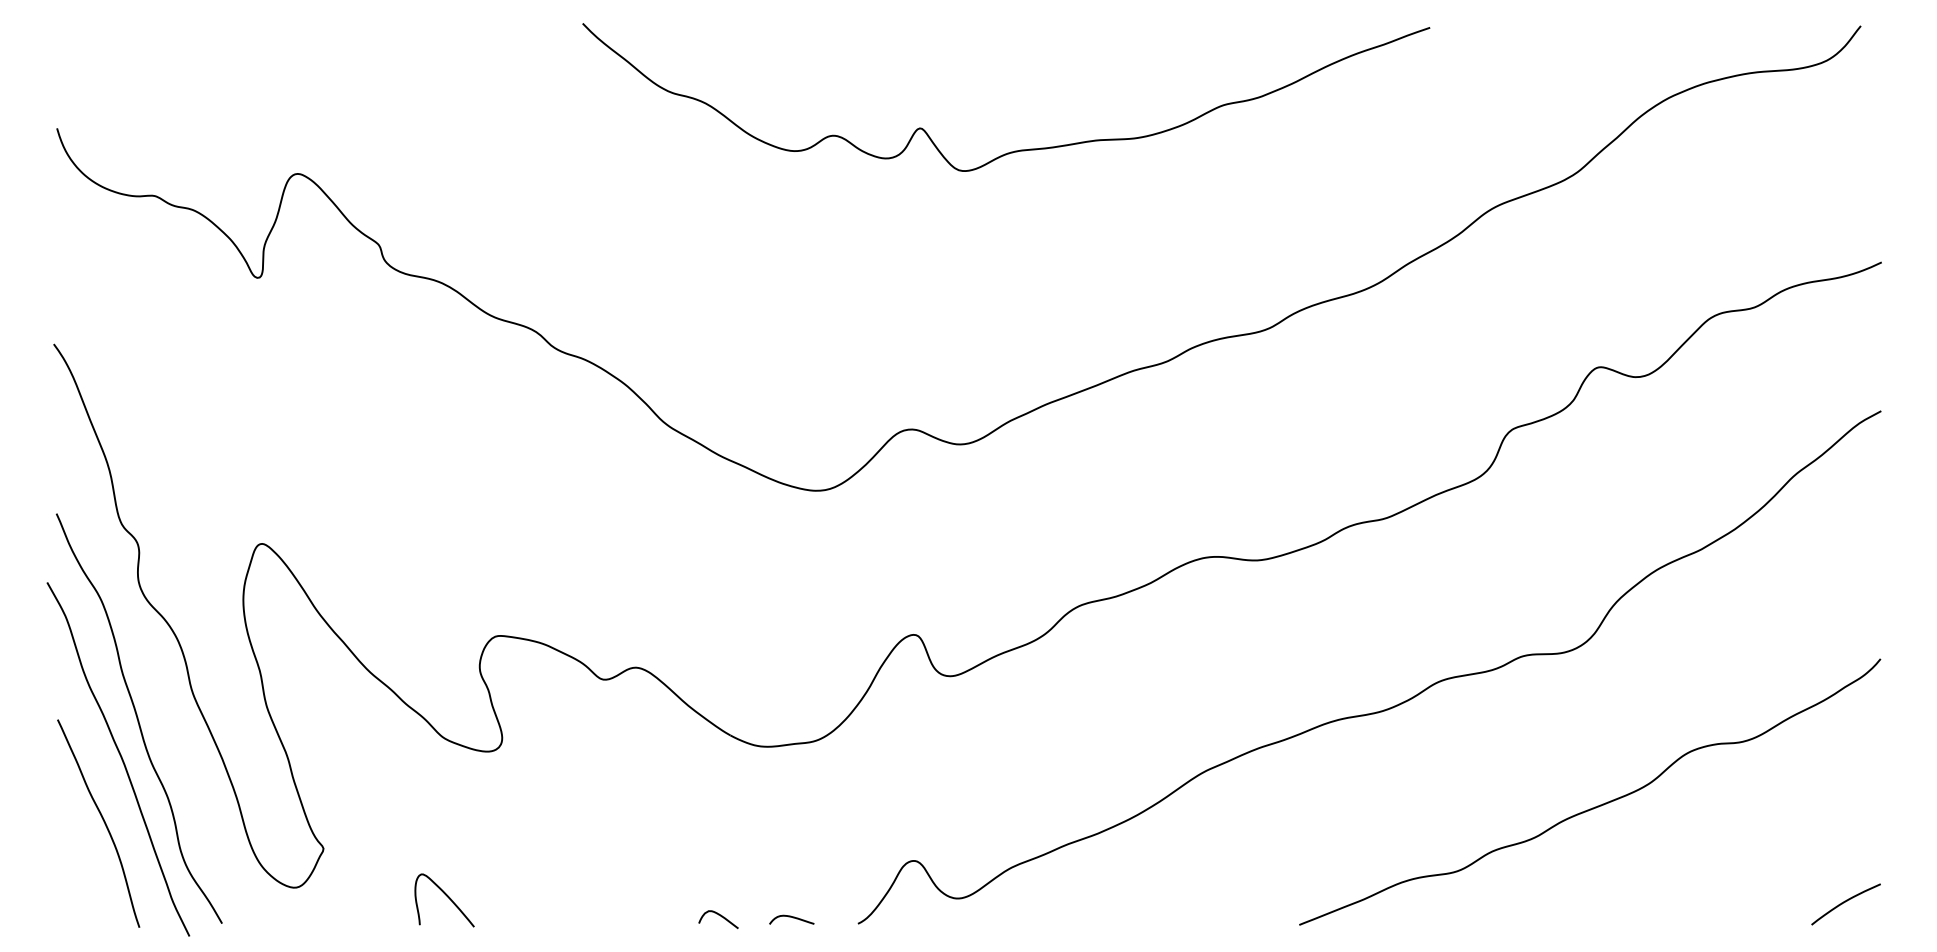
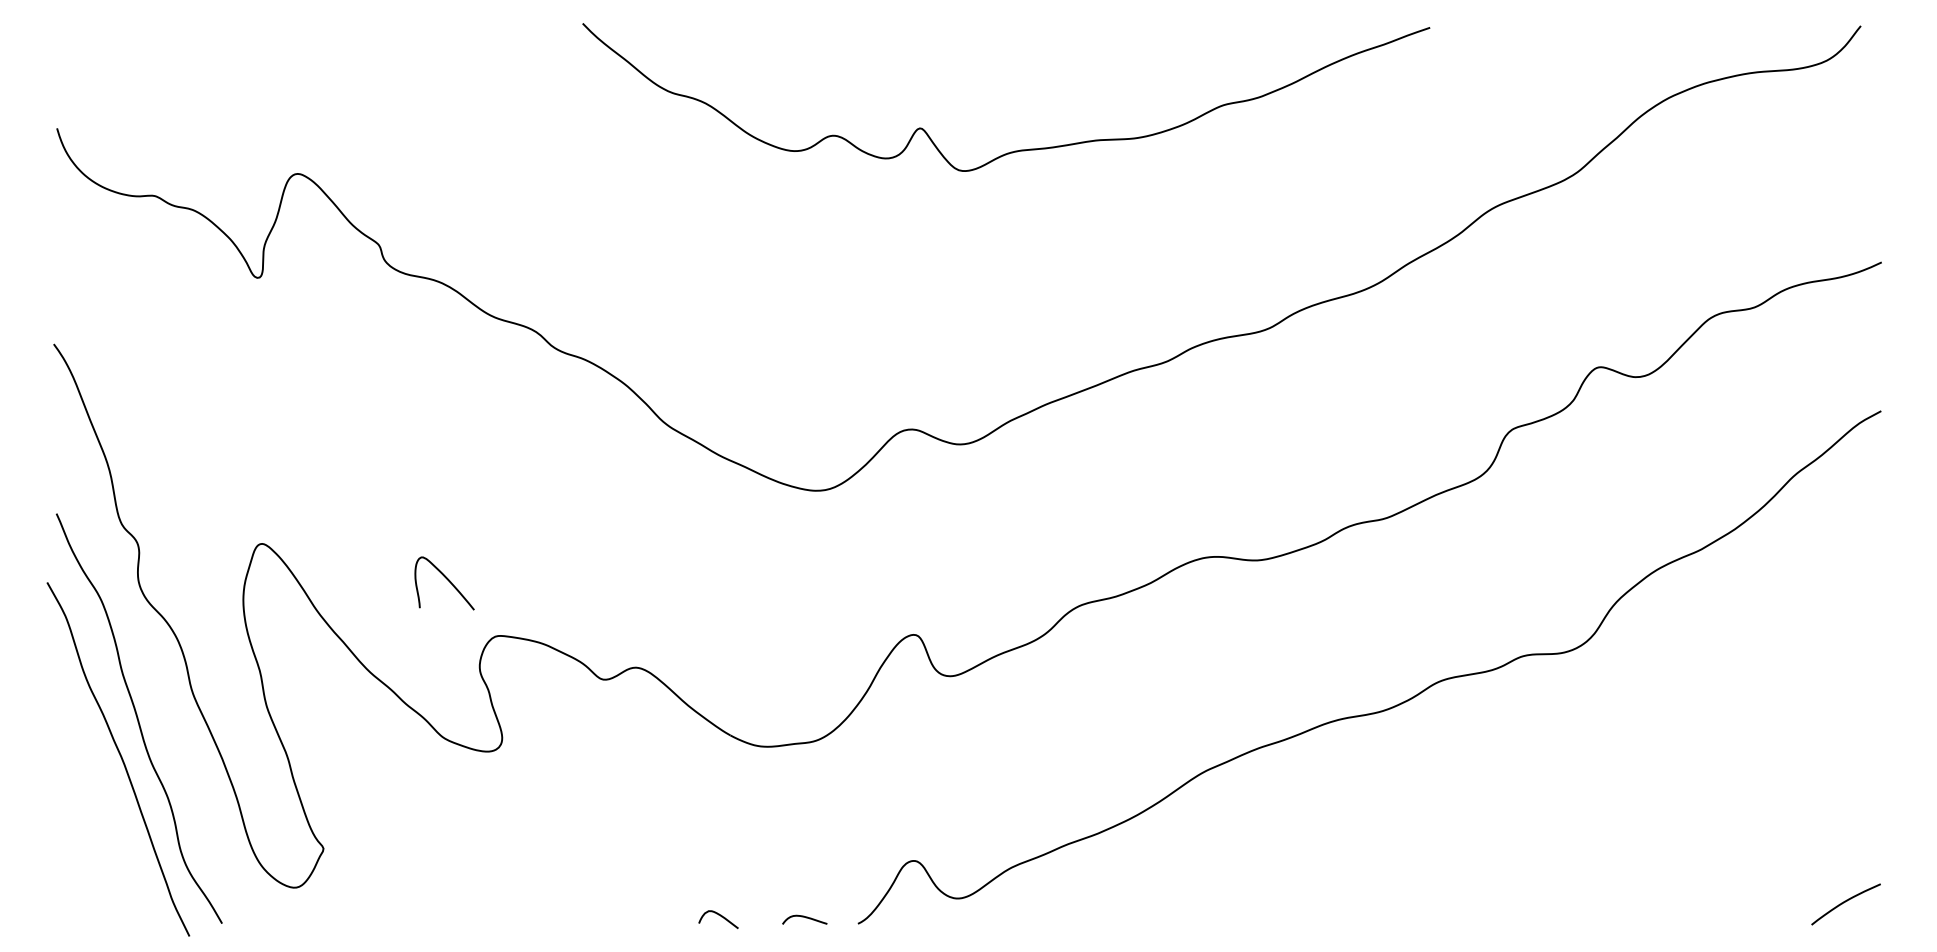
curve at (1597, 805): present -> none
curve at (102, 820): present -> none
curve at (447, 897) position: (447, 897) -> (447, 580)
curve at (791, 917) position: (791, 917) -> (804, 917)
